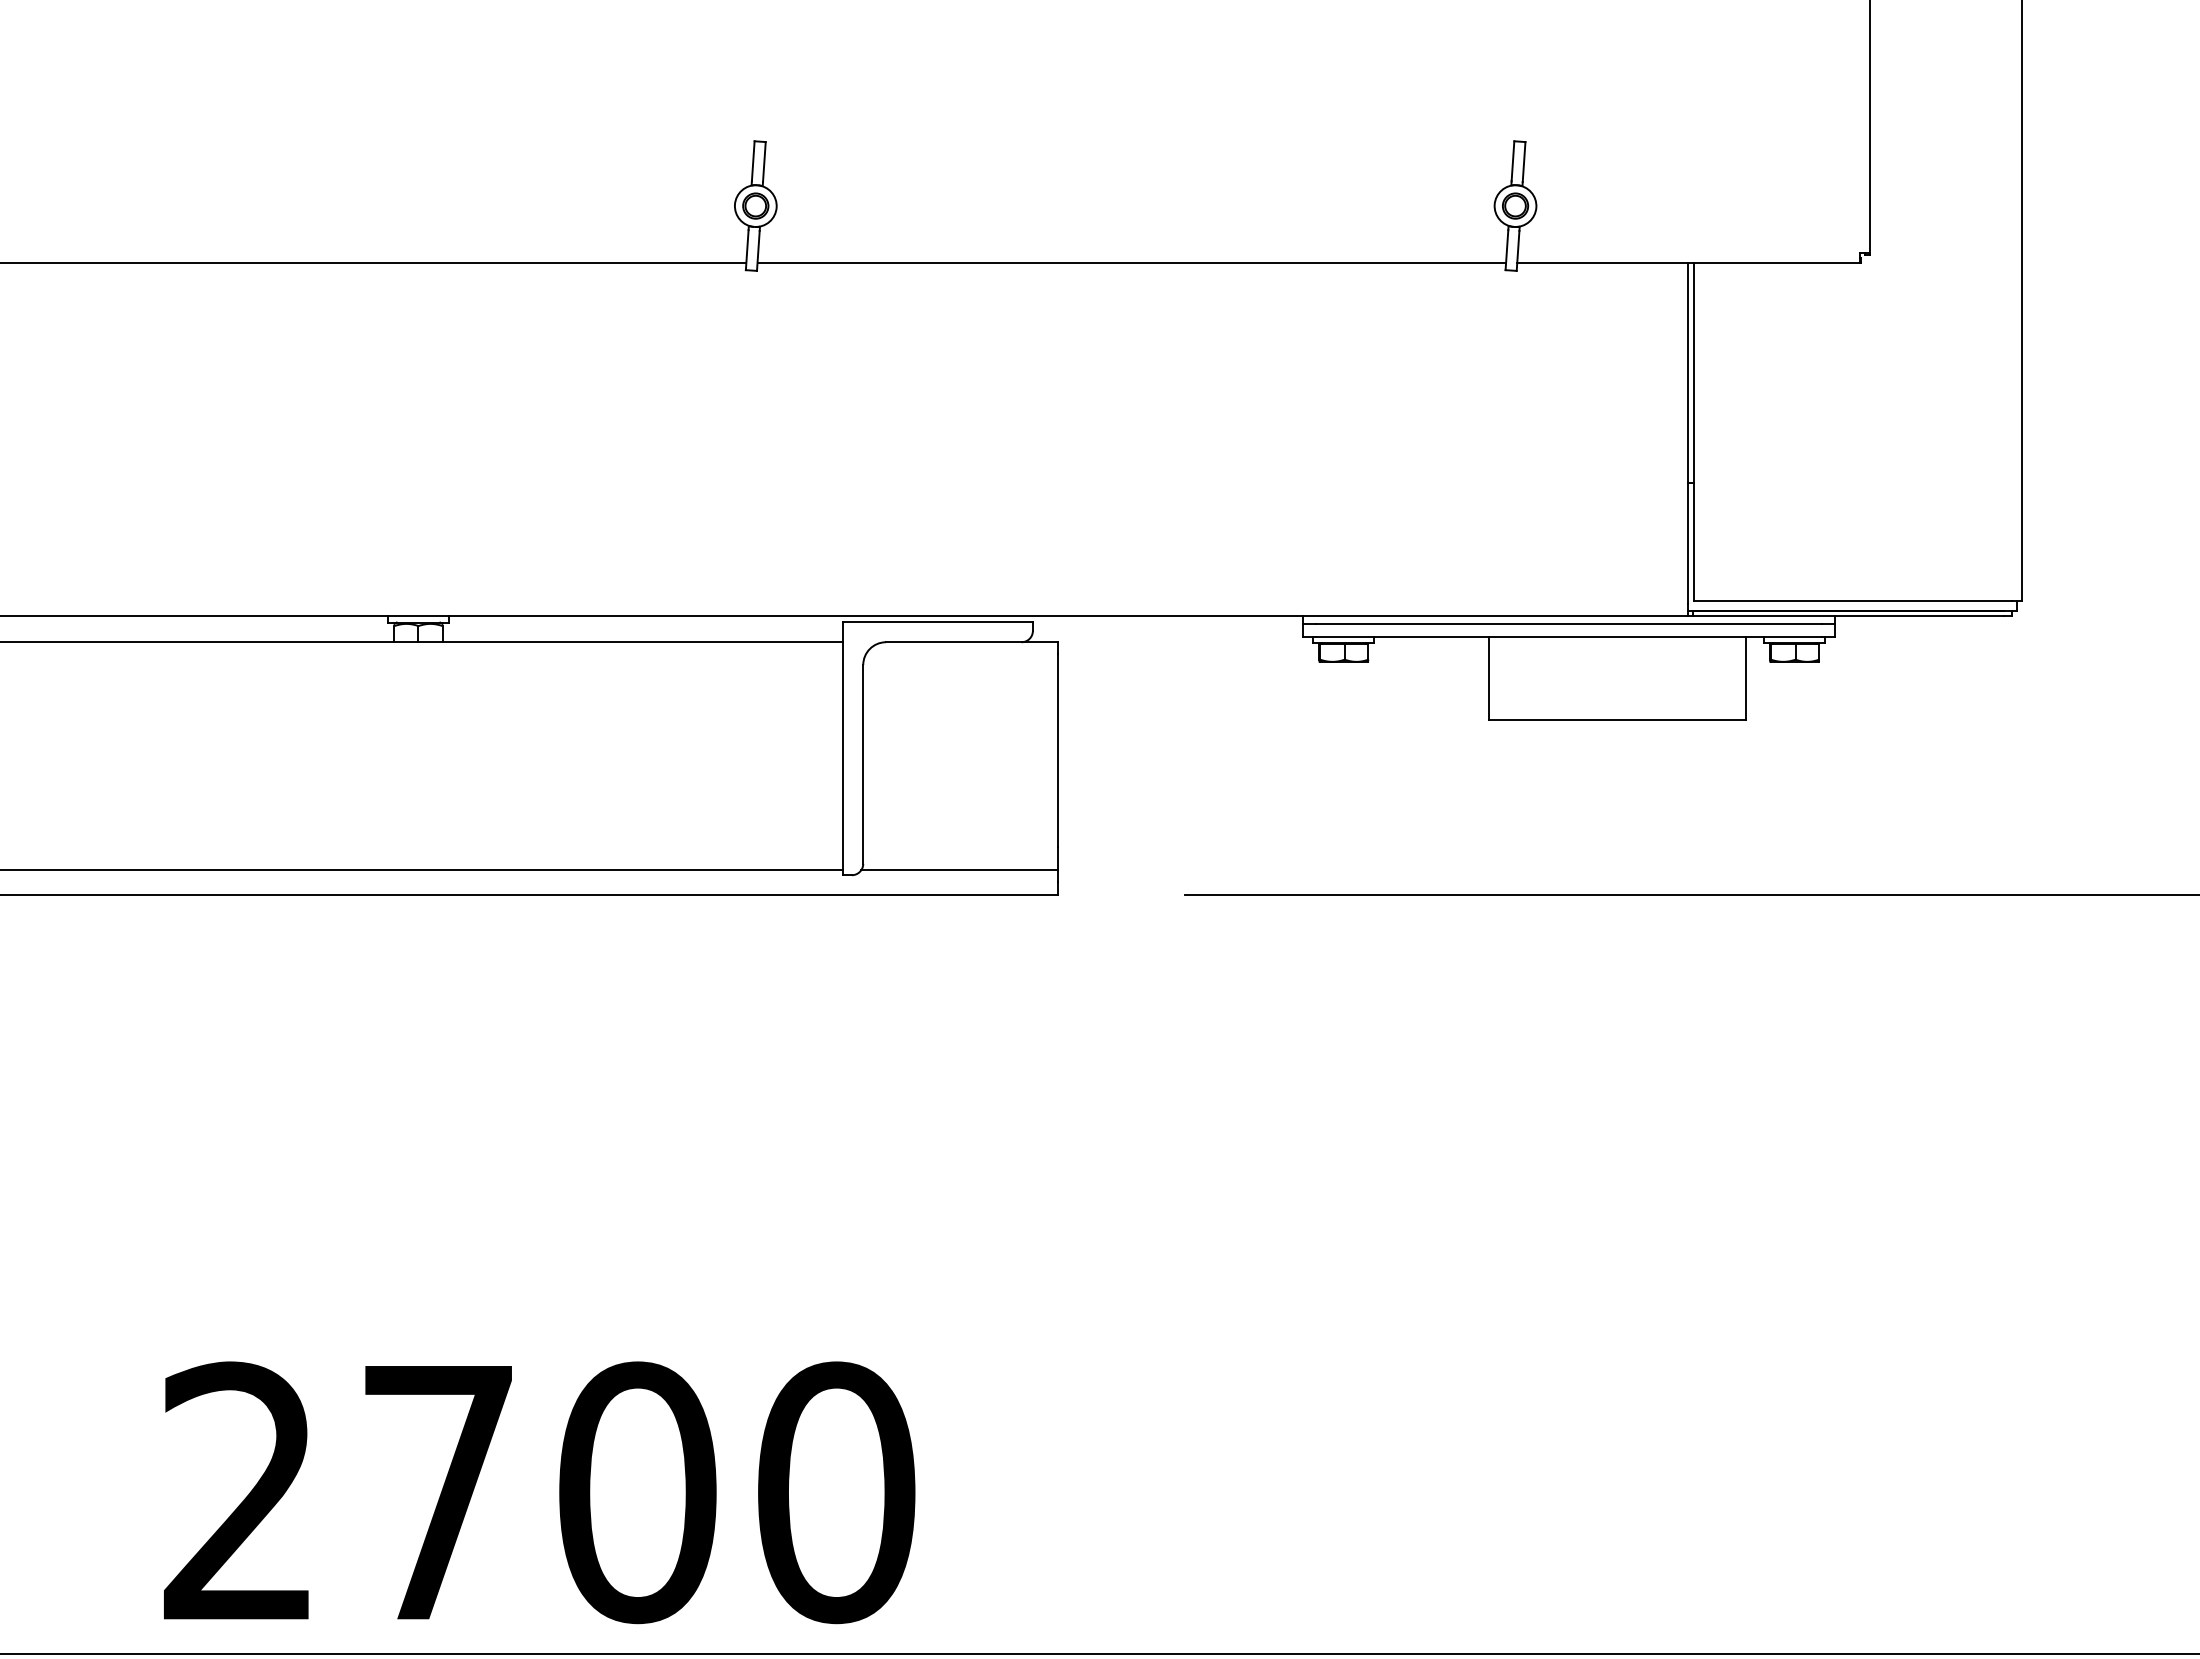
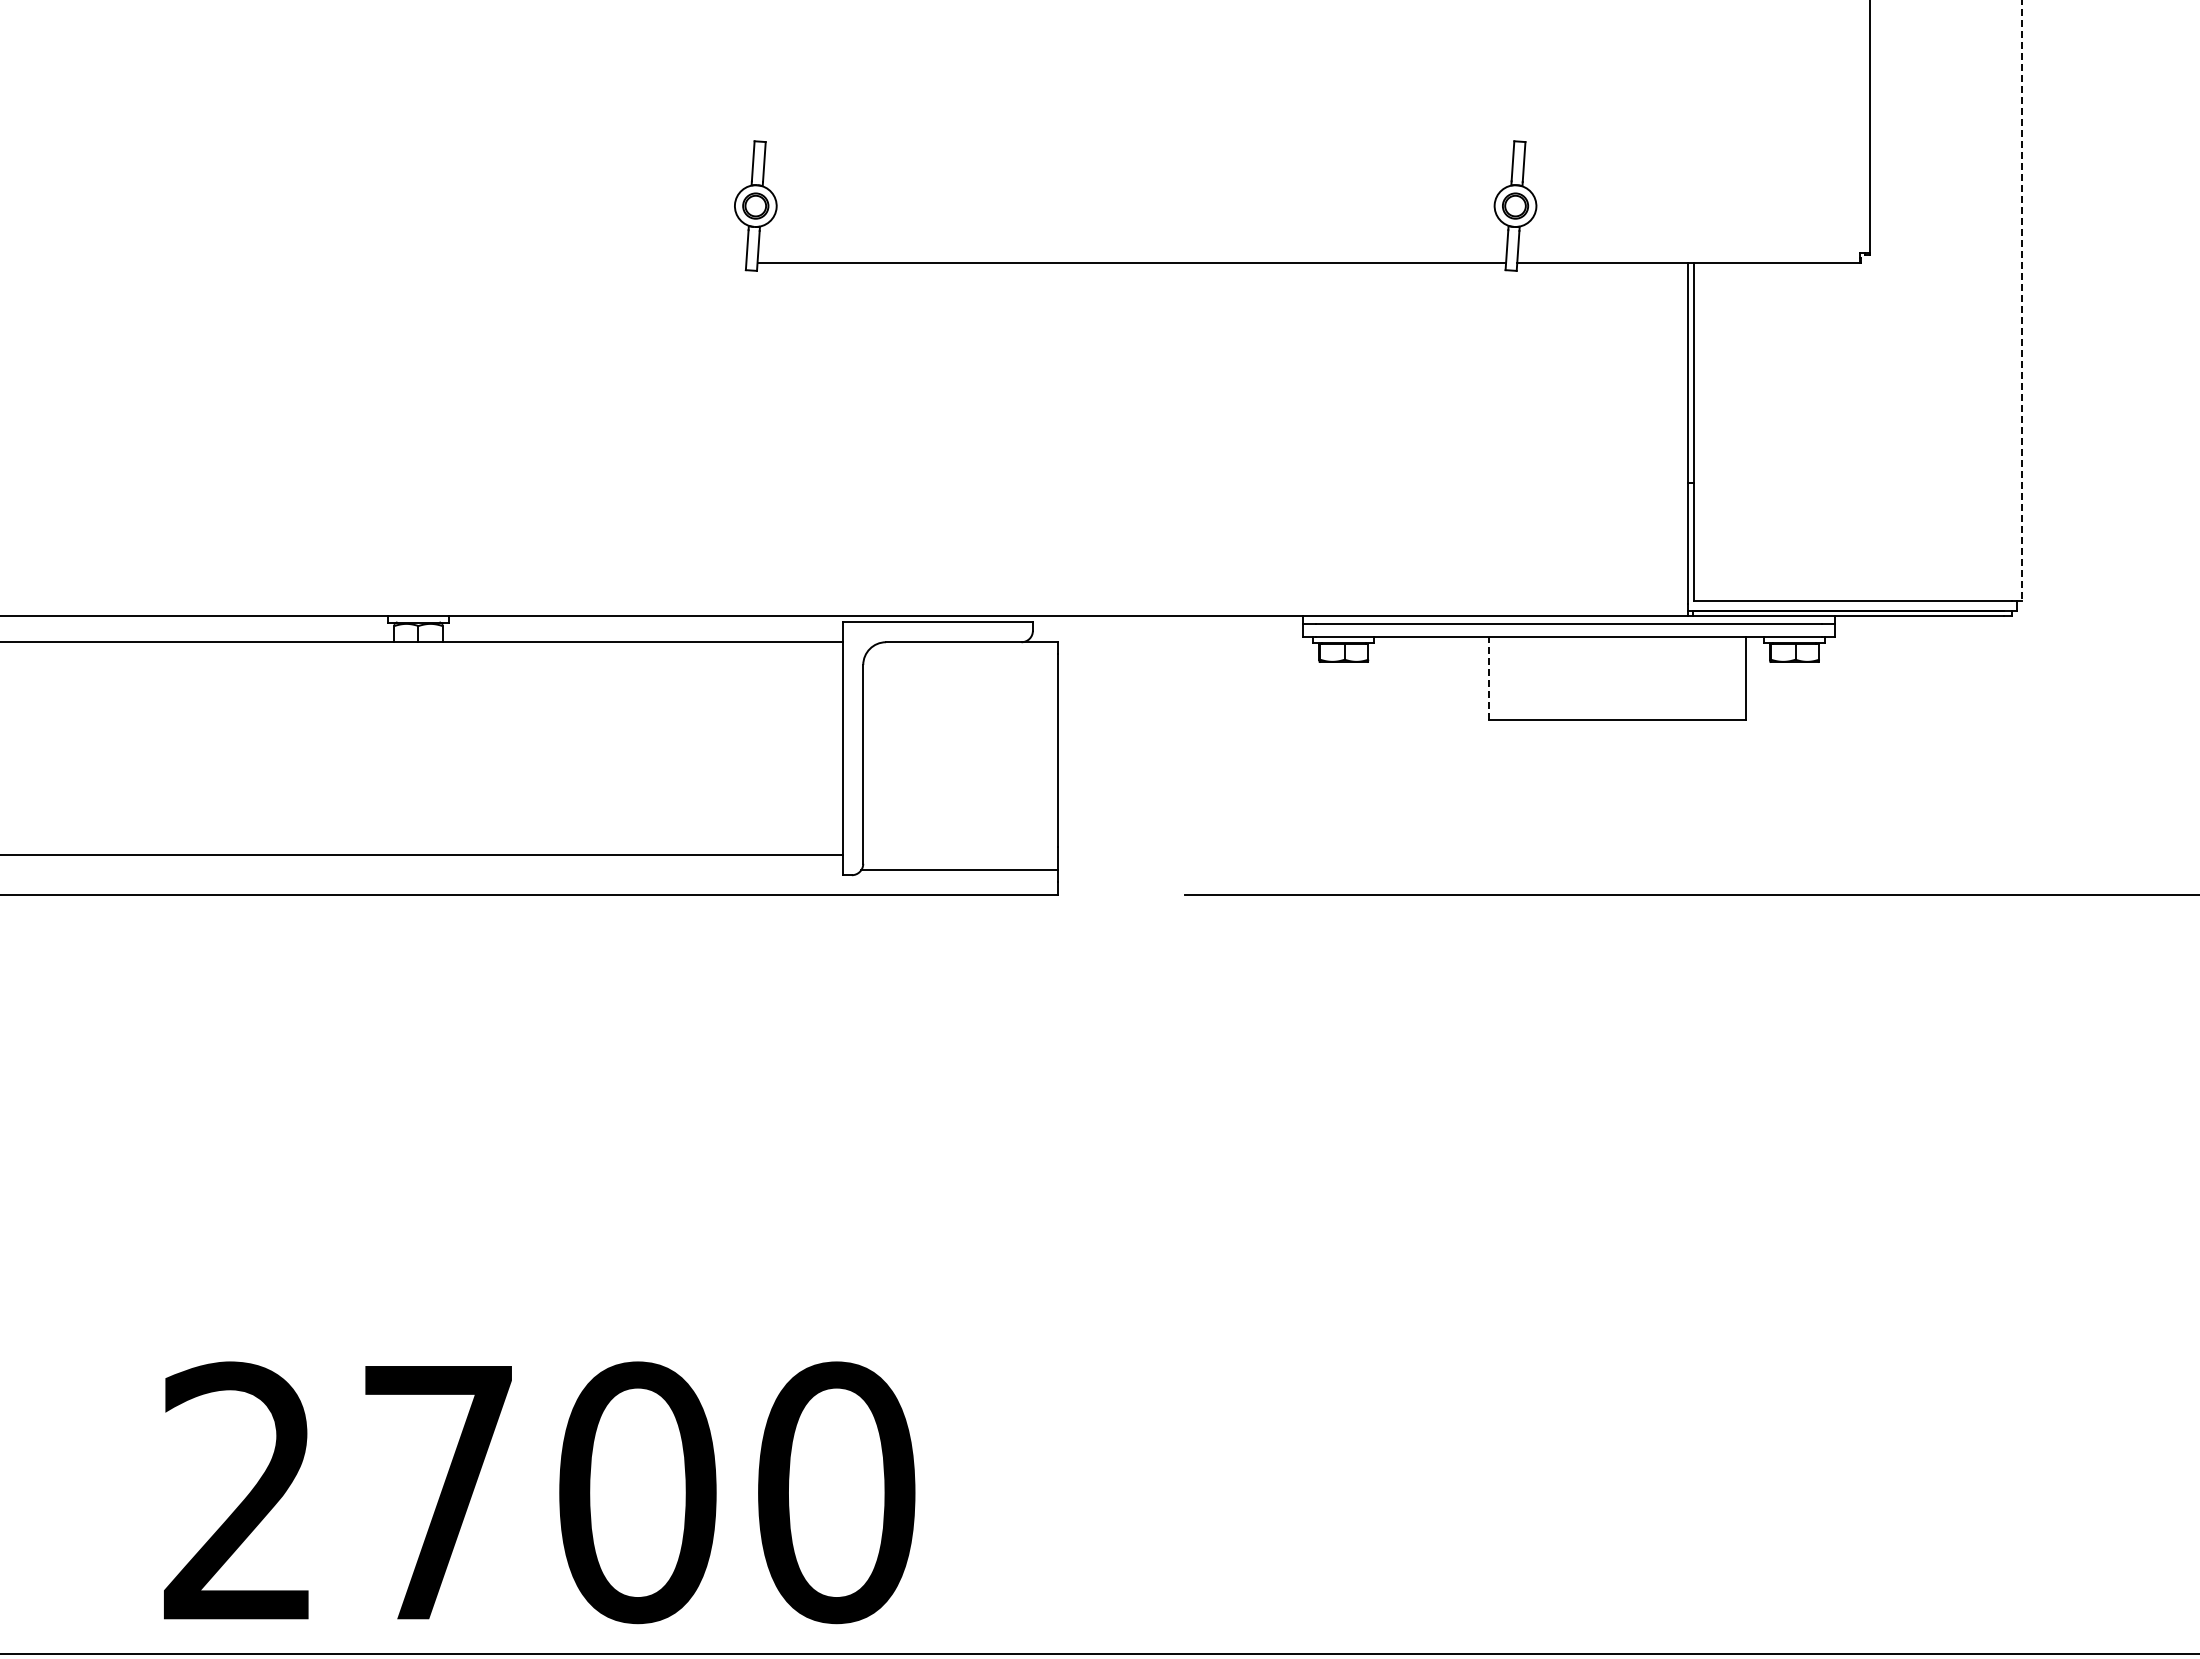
line at (374, 263): present -> none
line at (2021, 301): solid -> dashed
line at (1488, 678): solid -> dashed
line at (422, 870) position: (422, 870) -> (422, 855)
